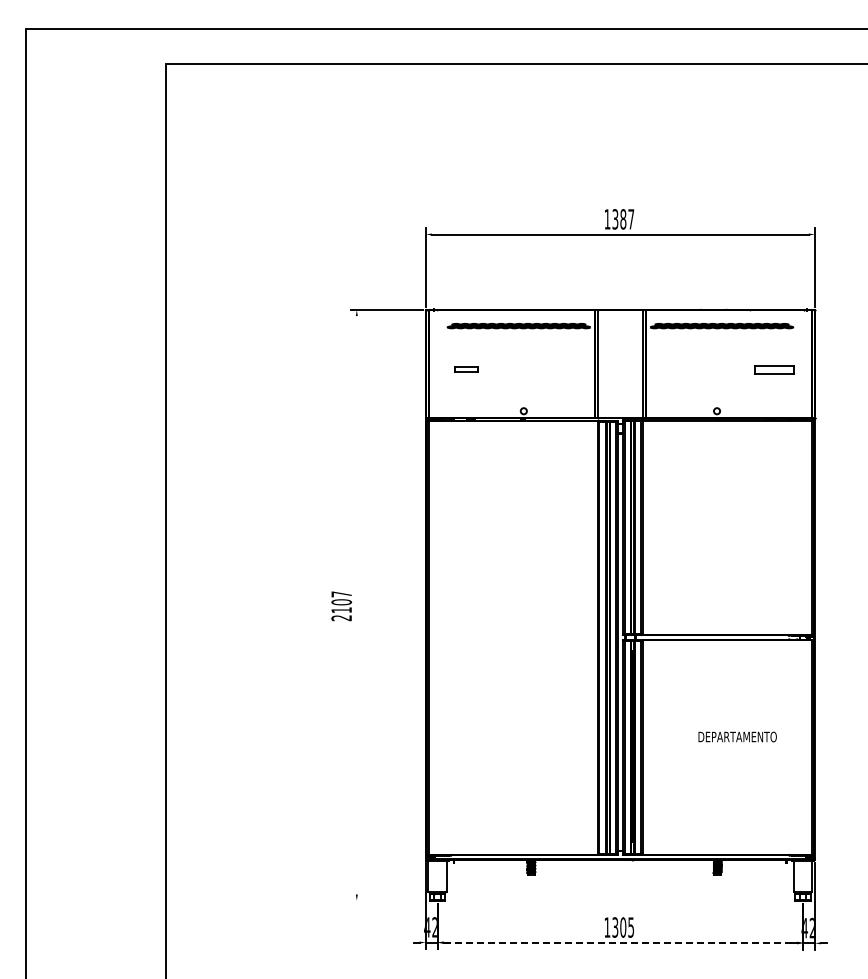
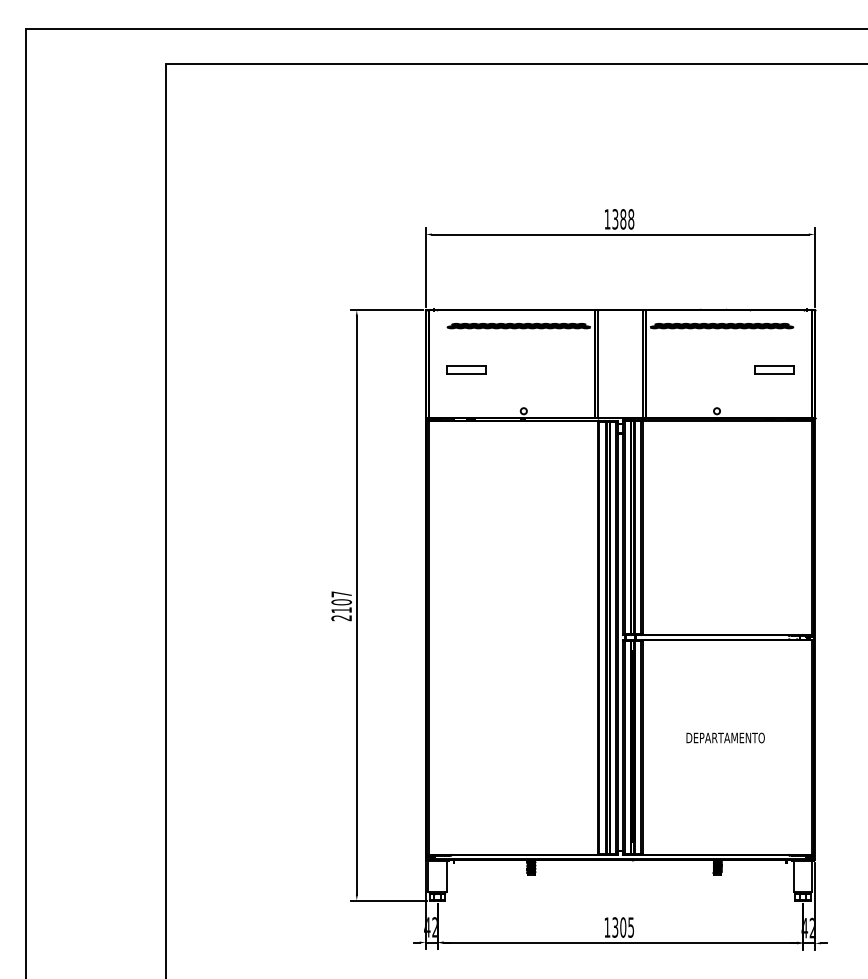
text at (631, 219): 1387 -> 1388
part at (466, 369) size: 25x7 px -> 41x10 px
line at (356, 605): none -> present
text at (737, 736) position: (737, 736) -> (725, 737)
line at (388, 900): none -> present
line at (620, 942): dashed -> solid
